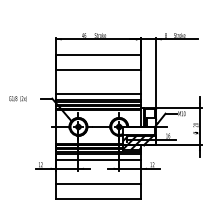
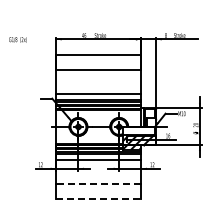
text at (17, 98) position: (17, 98) -> (17, 39)
line at (98, 184): solid -> dashed
line at (98, 198): solid -> dashed
